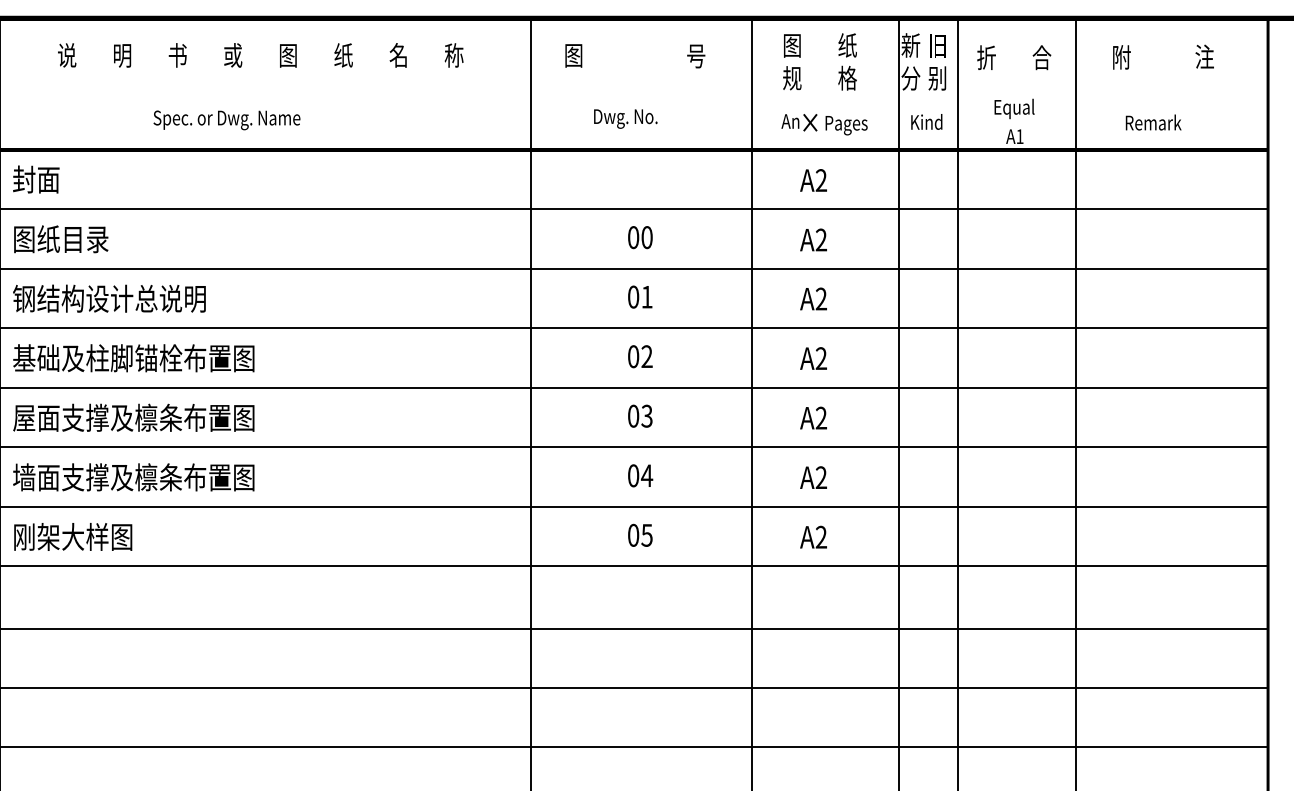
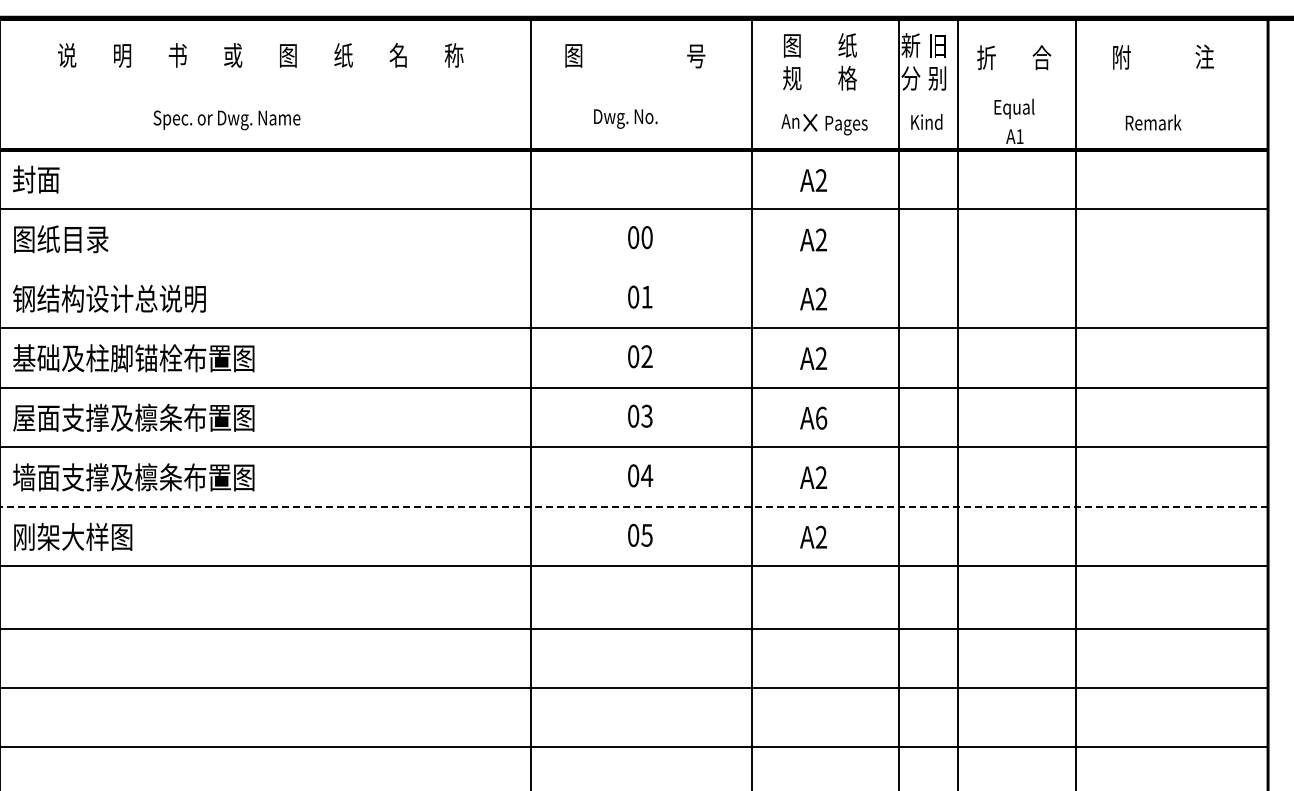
line at (635, 268): present -> none
text at (821, 417): A2 -> A6
line at (634, 506): solid -> dashed
